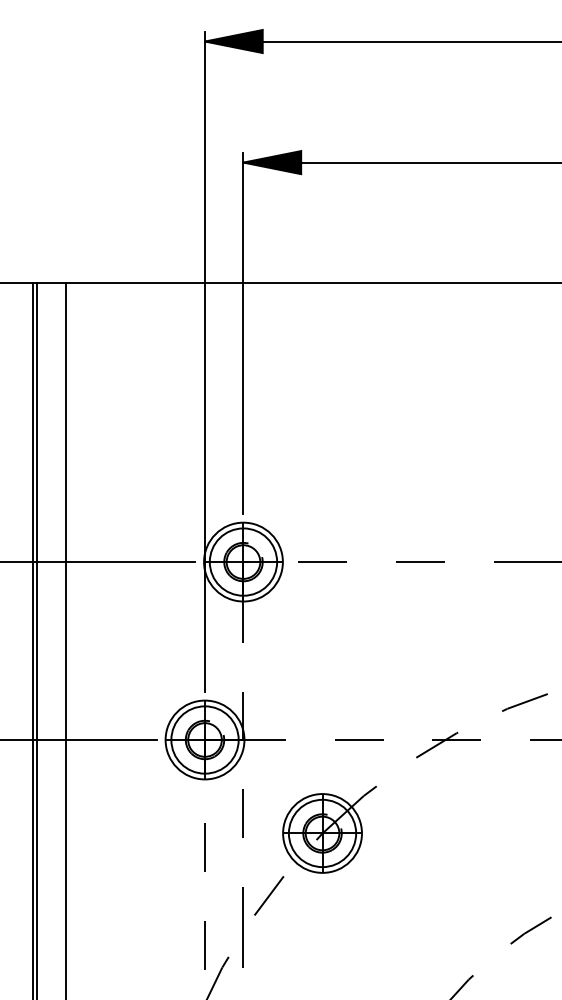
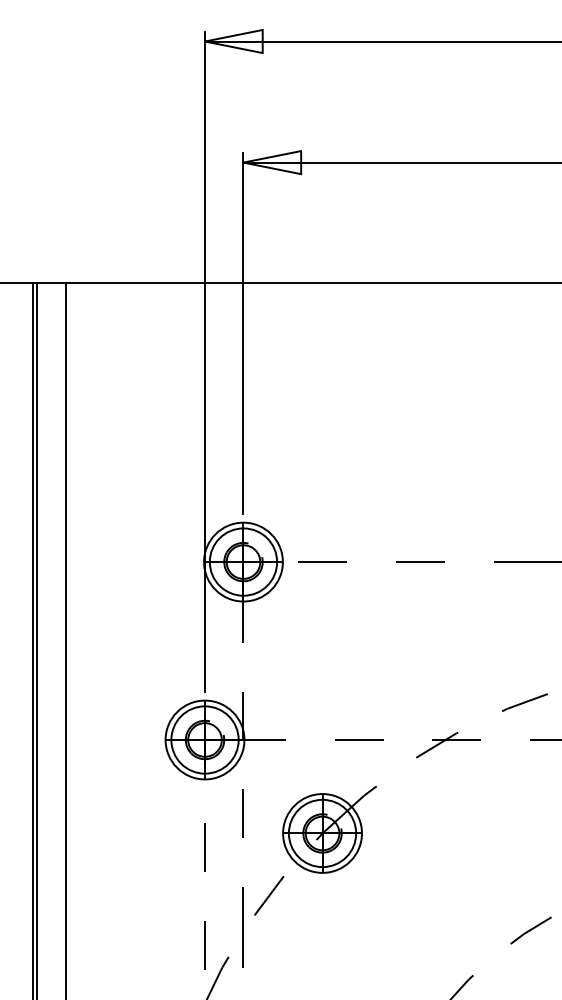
fill at (233, 41): present -> none
fill at (272, 162): present -> none
line at (98, 562): present -> none
line at (79, 740): present -> none
